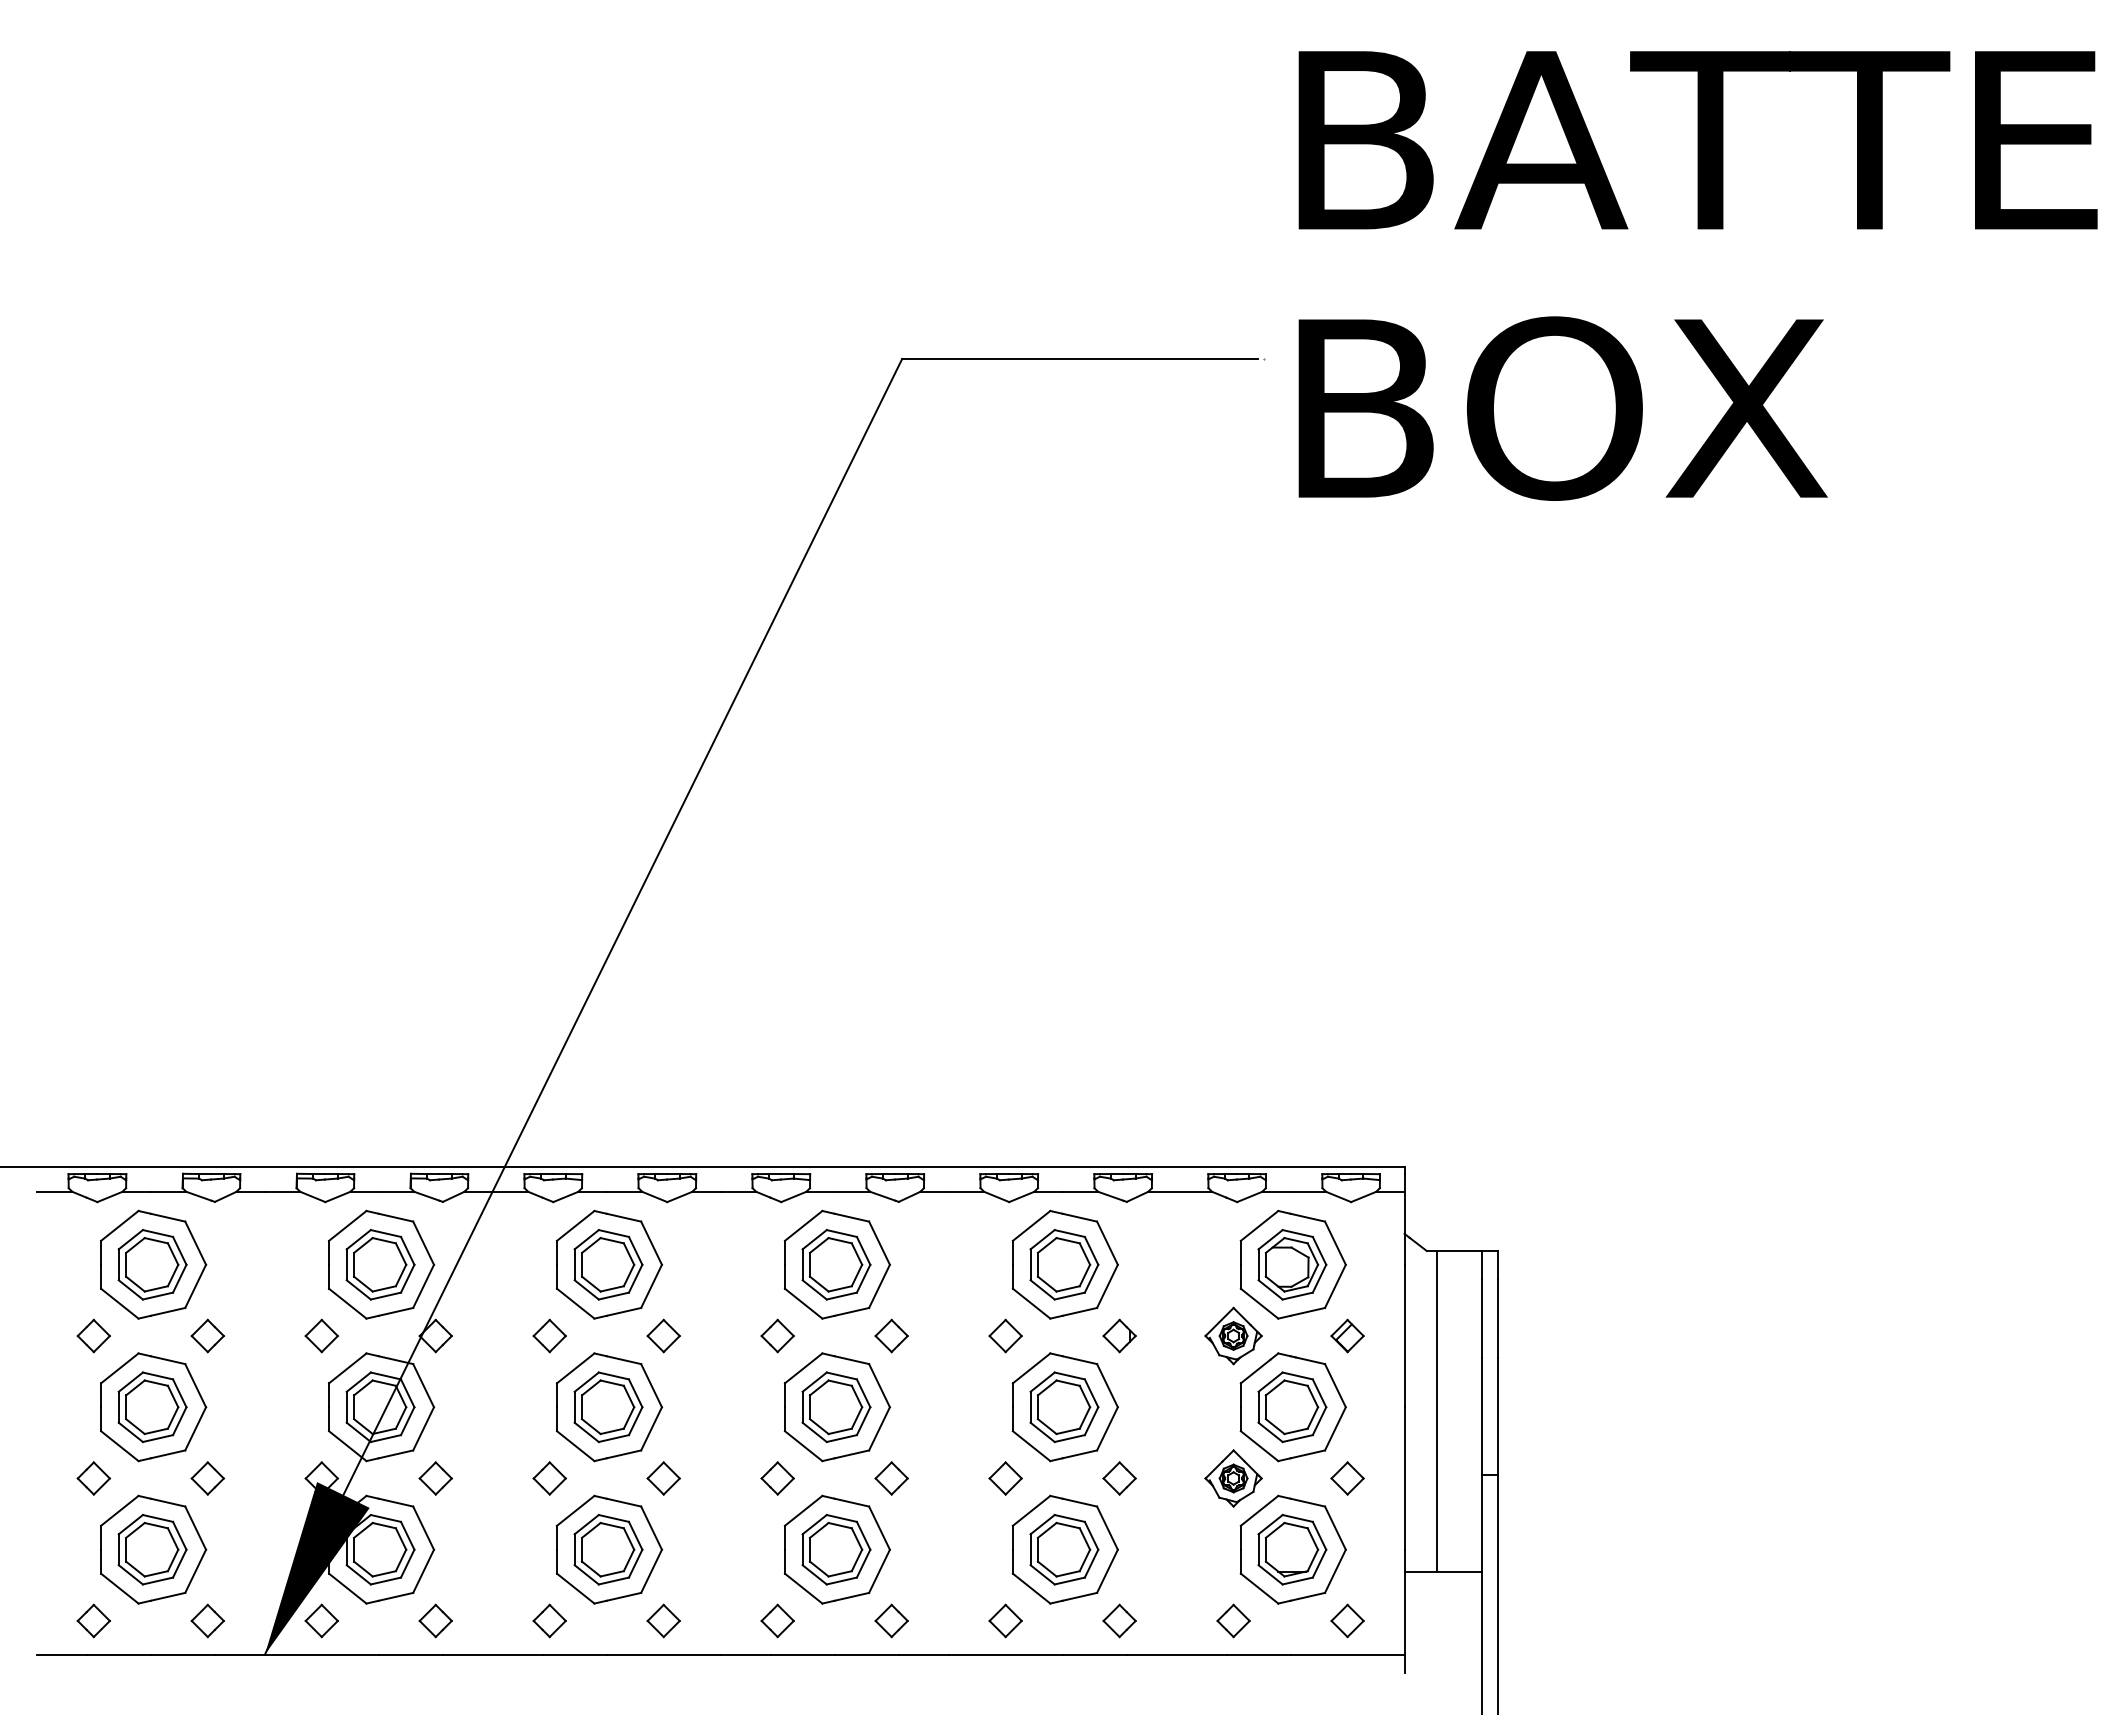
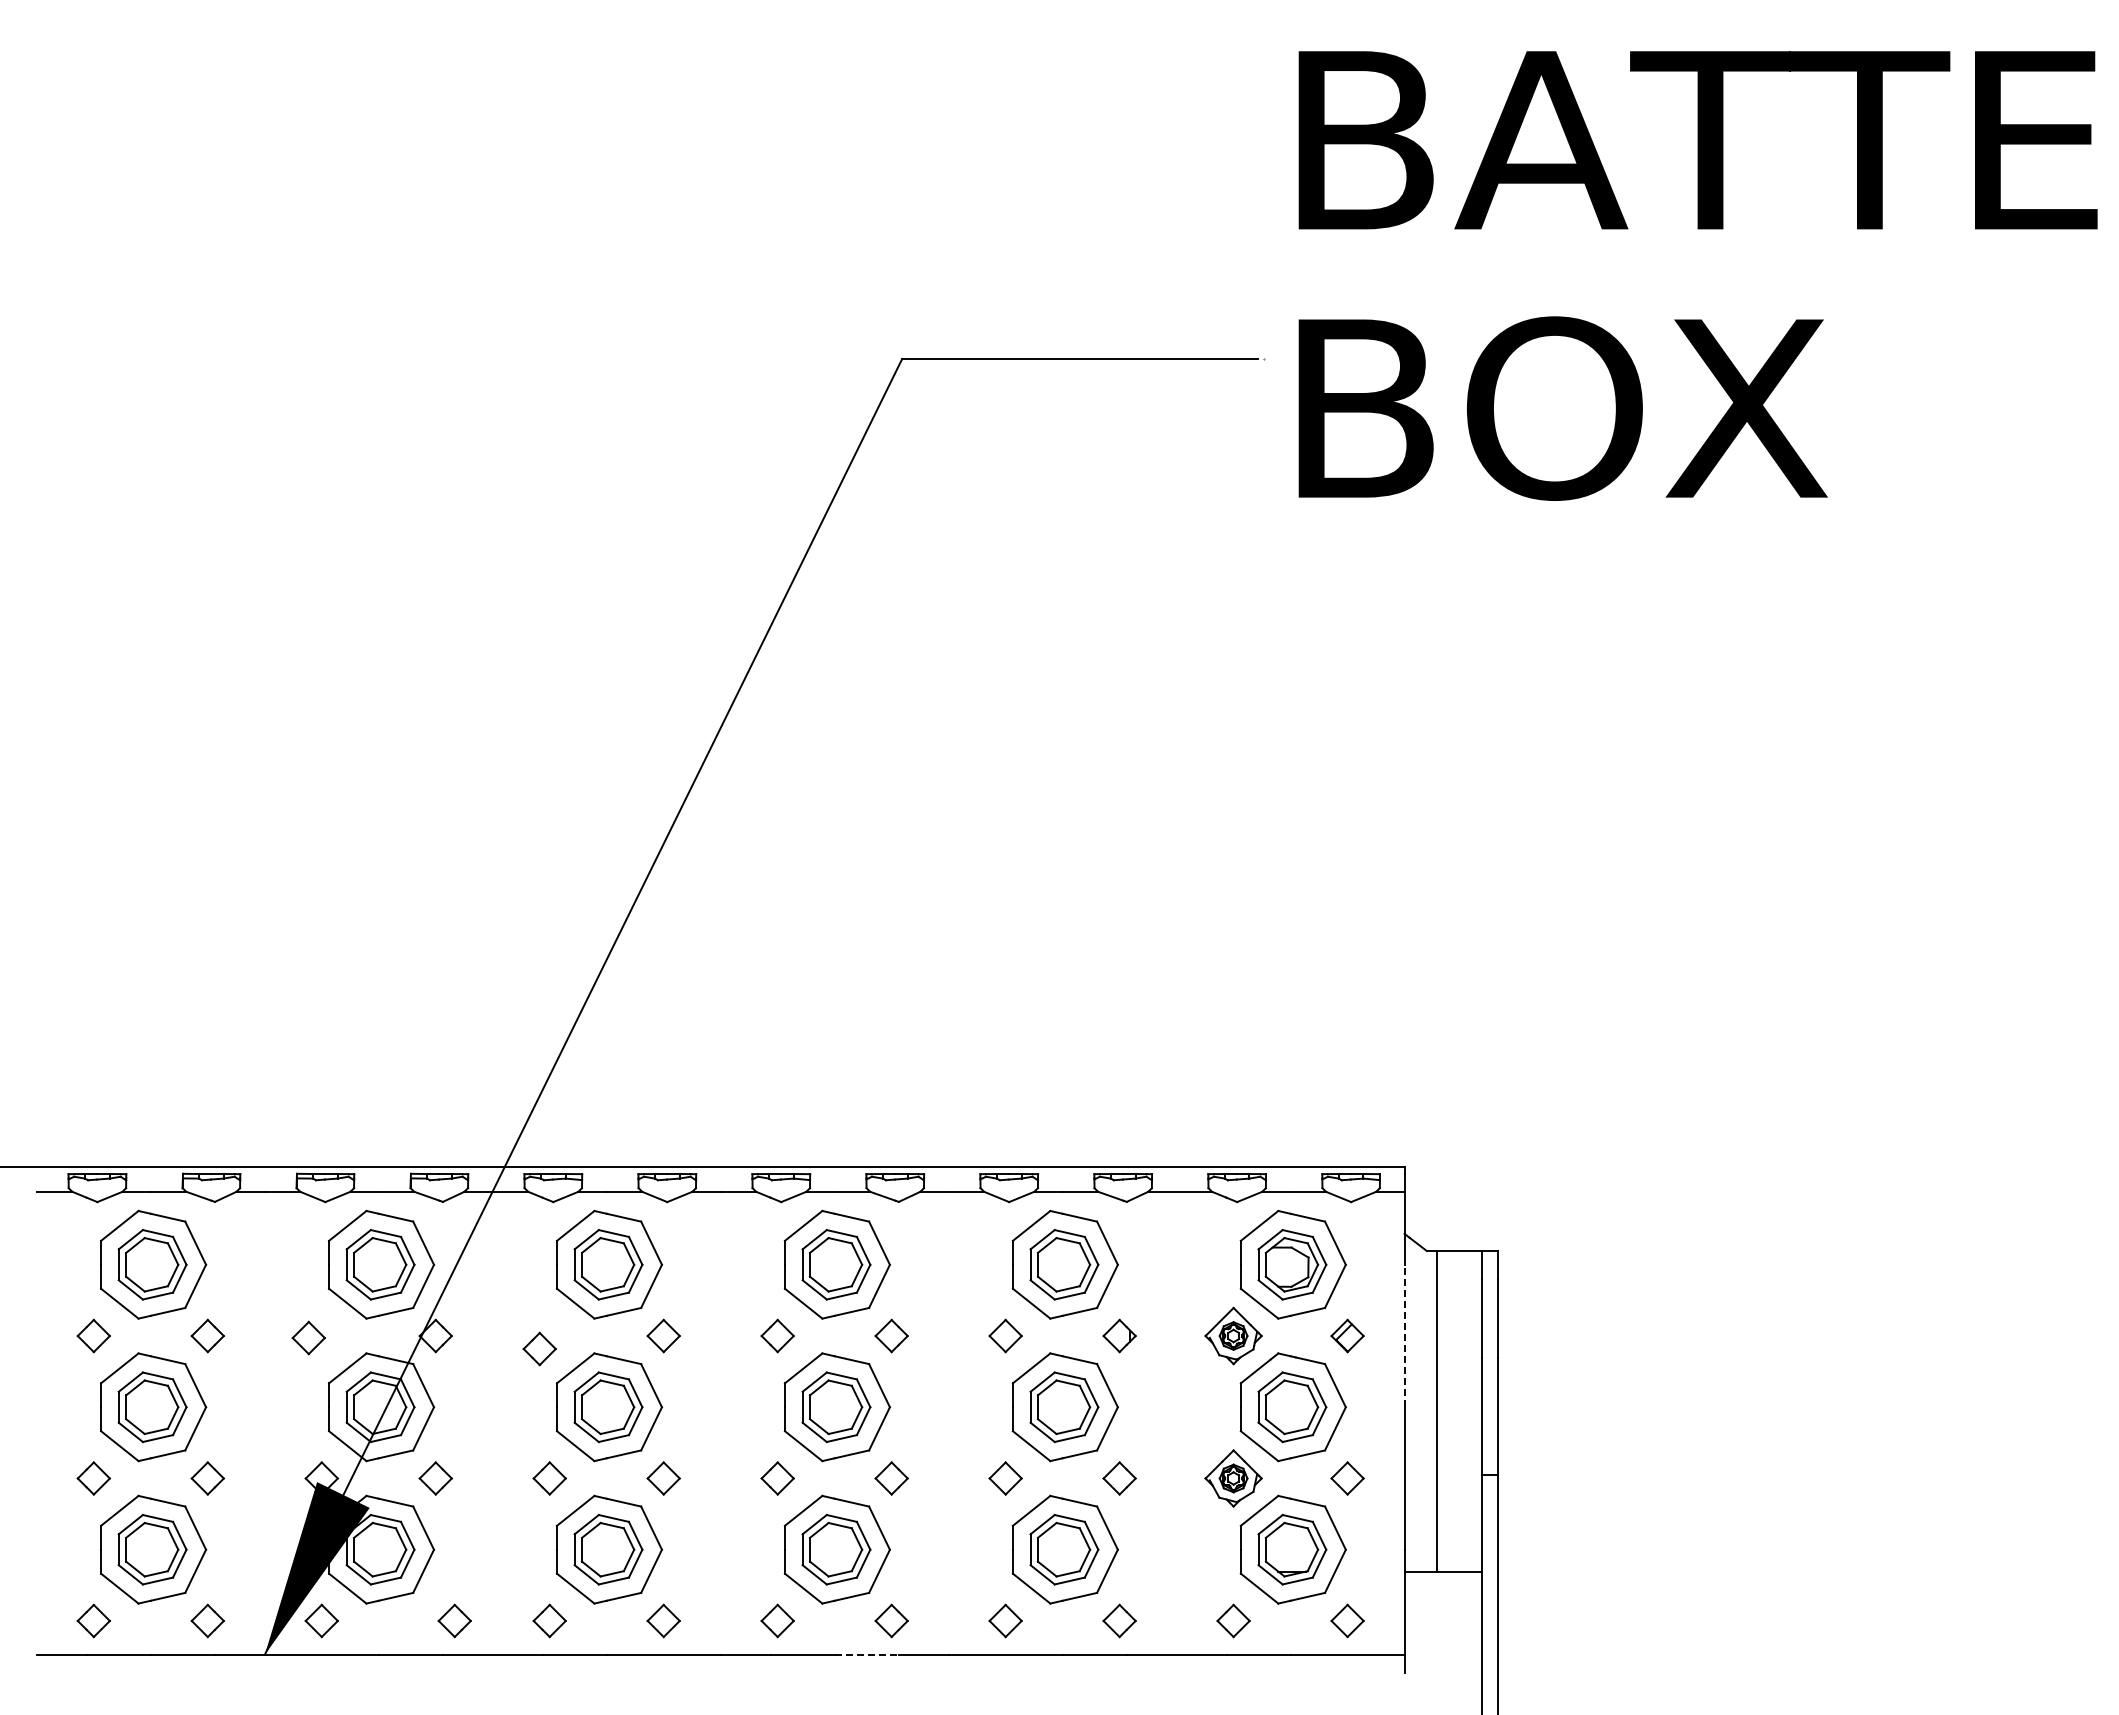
part at (321, 1335) position: (321, 1335) -> (308, 1337)
part at (549, 1335) position: (549, 1335) -> (539, 1348)
line at (1404, 1335): solid -> dashed
part at (435, 1620) position: (435, 1620) -> (454, 1620)
line at (867, 1654): solid -> dashed
